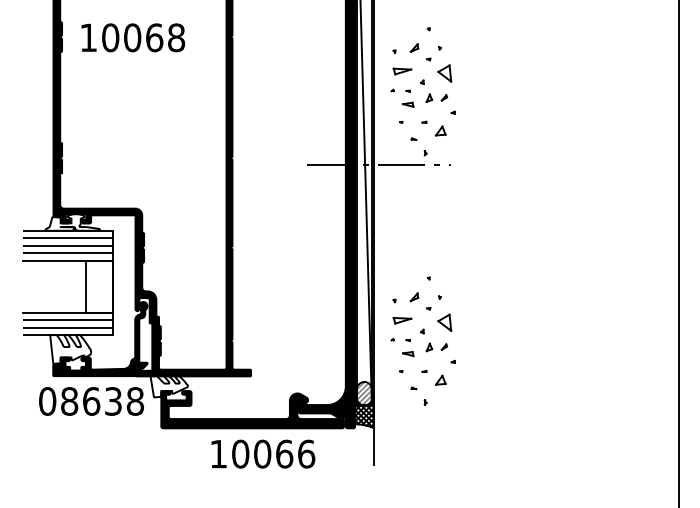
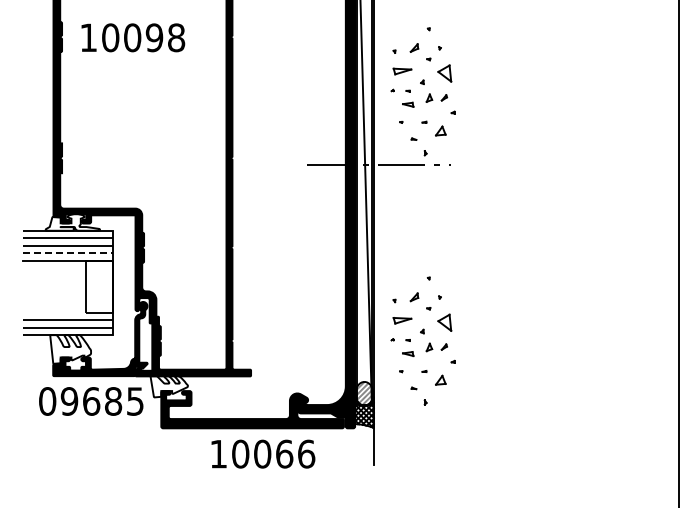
text at (154, 37): 10068 -> 10098
line at (67, 253): solid -> dashed
line at (67, 312): present -> none
text at (102, 401): 08638 -> 09685
